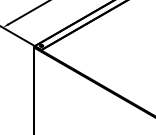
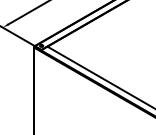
line at (99, 76): none -> present
